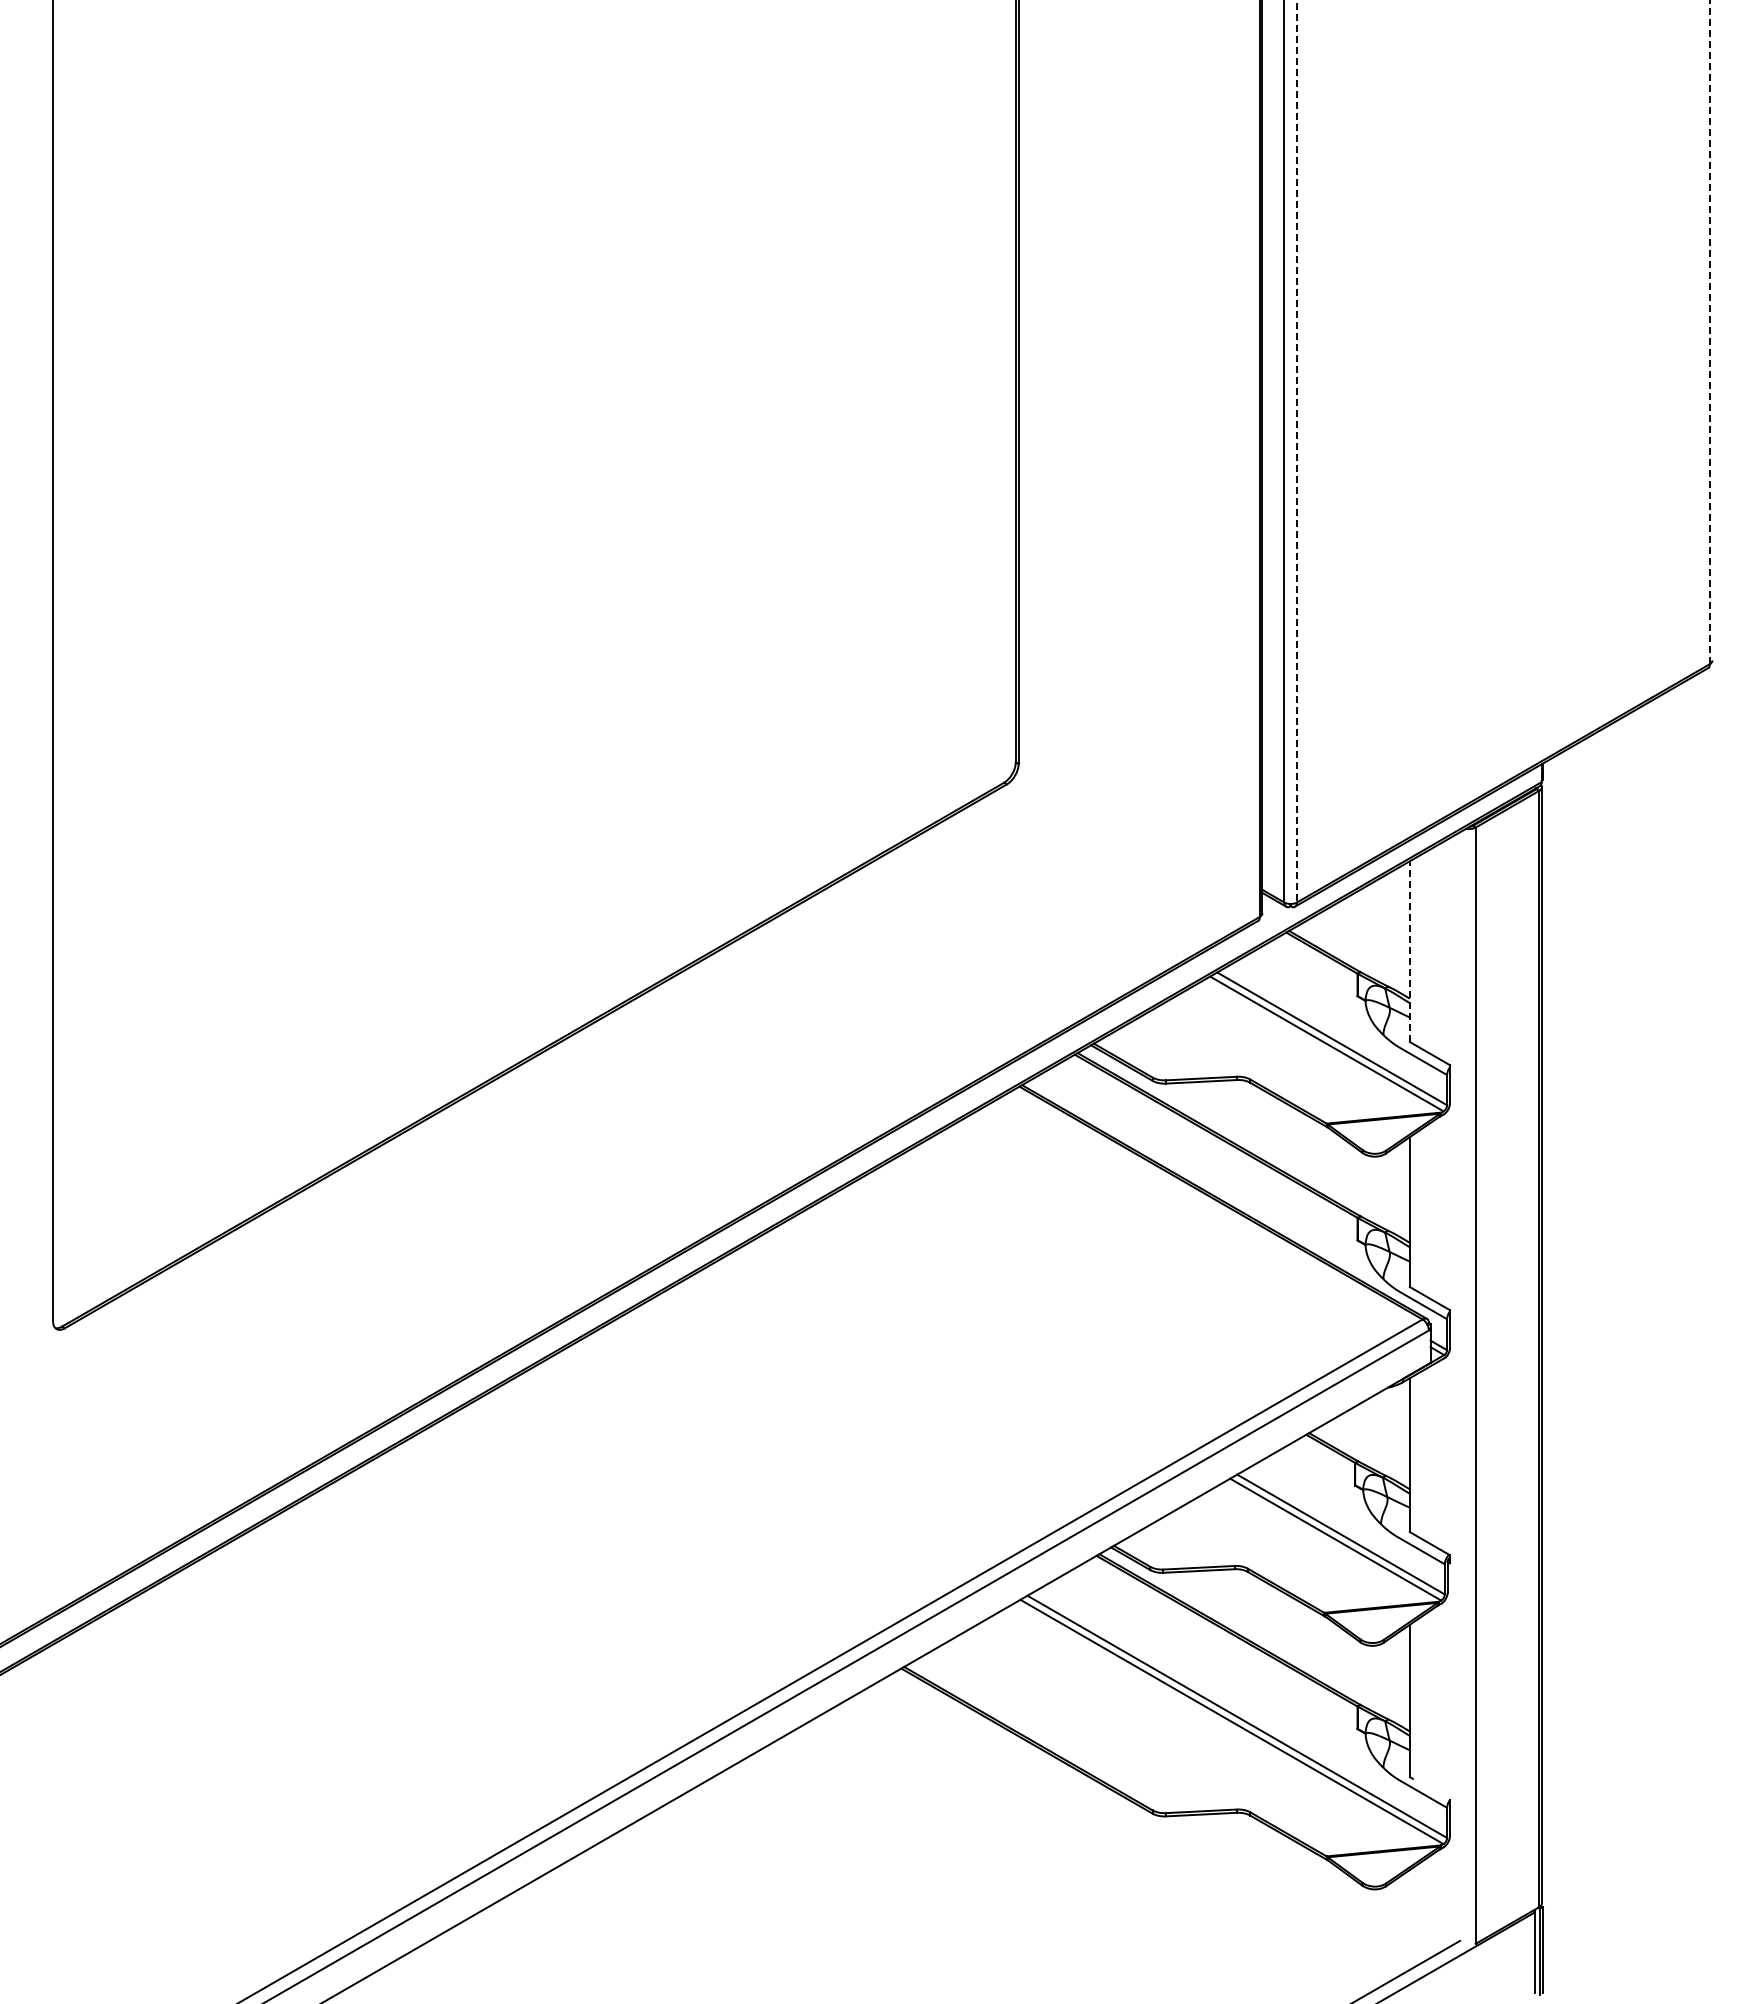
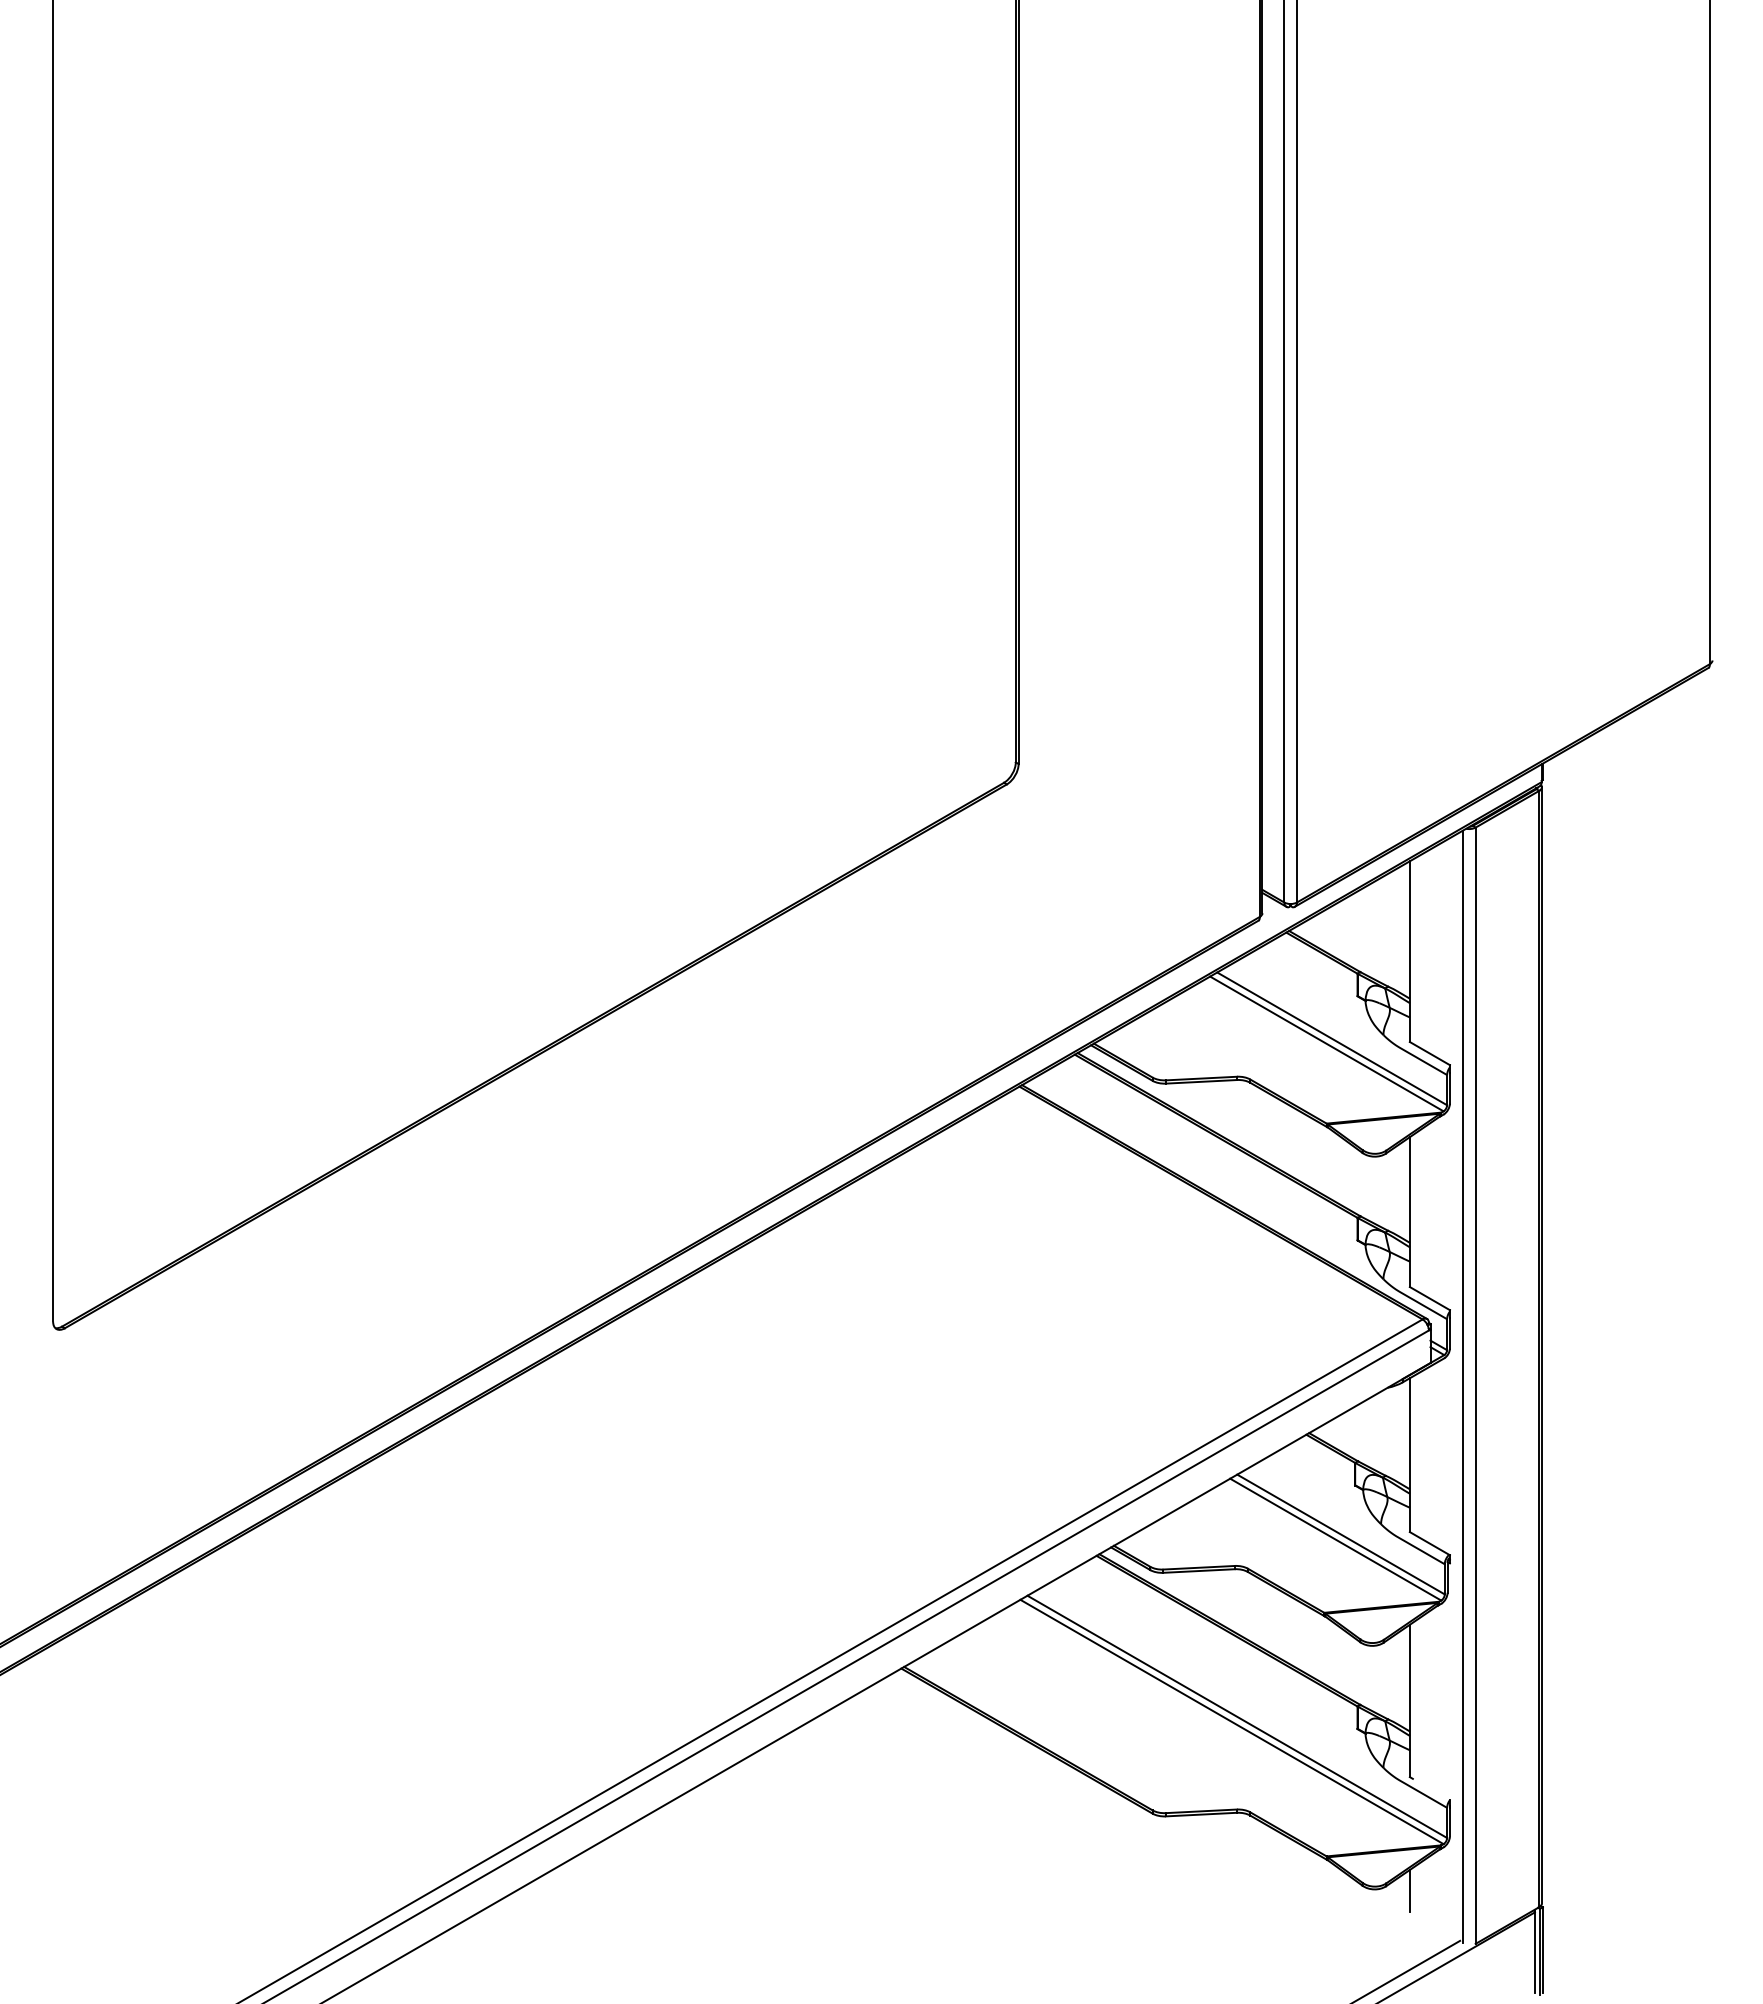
line at (1709, 332): dashed -> solid
line at (1297, 451): dashed -> solid
line at (1409, 951): dashed -> solid
line at (1462, 1386): none -> present
line at (1409, 1890): none -> present
